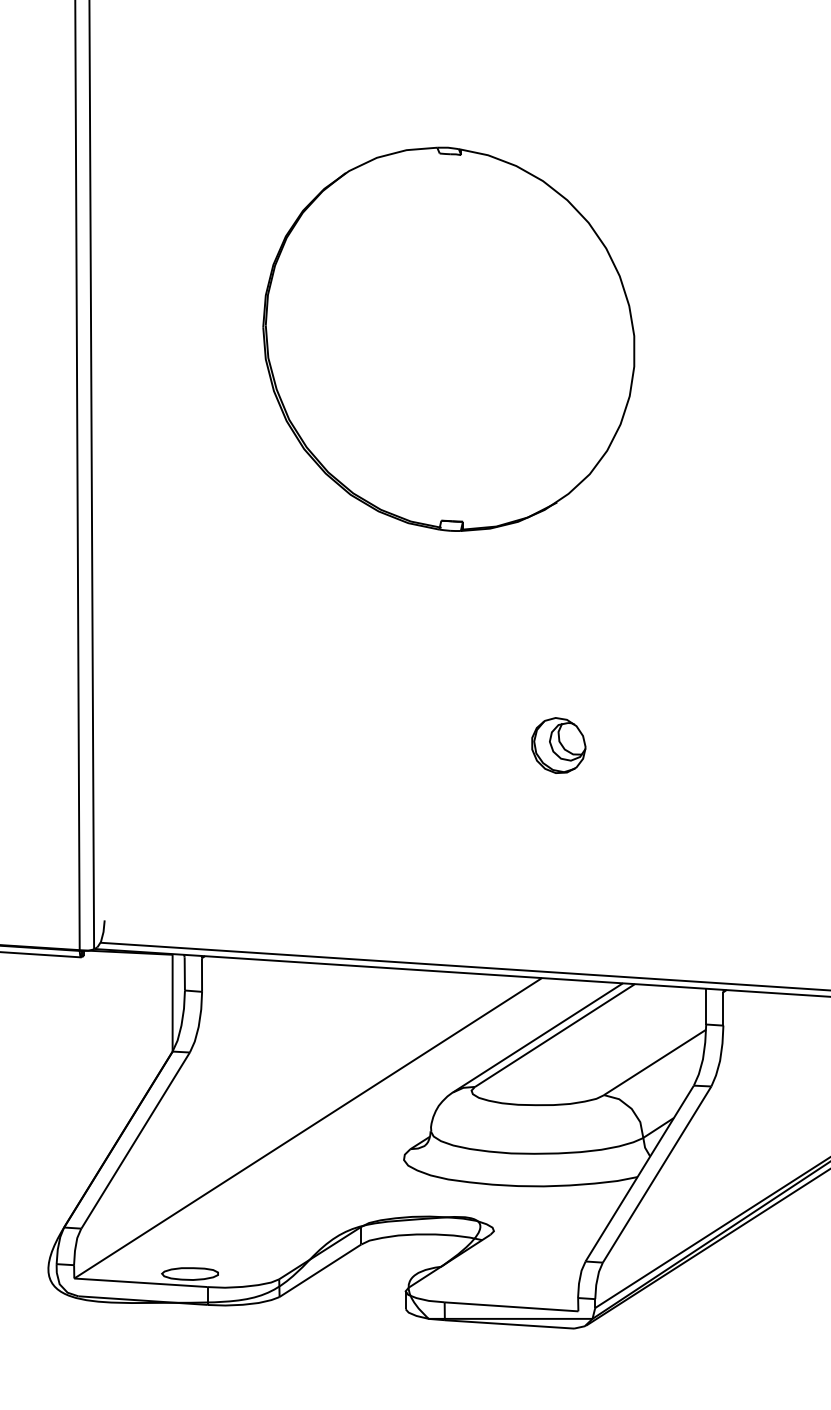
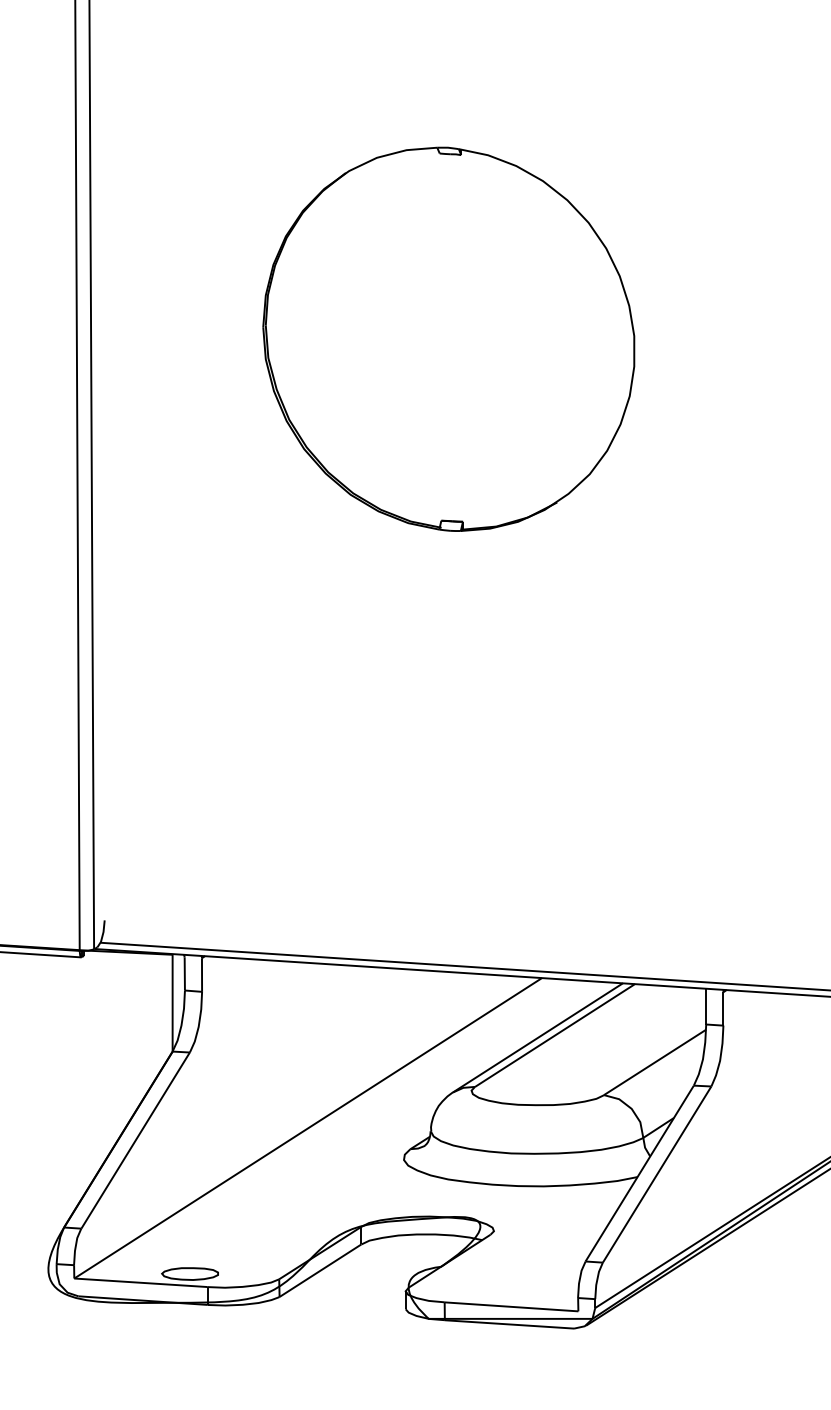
part at (558, 745): present -> none
